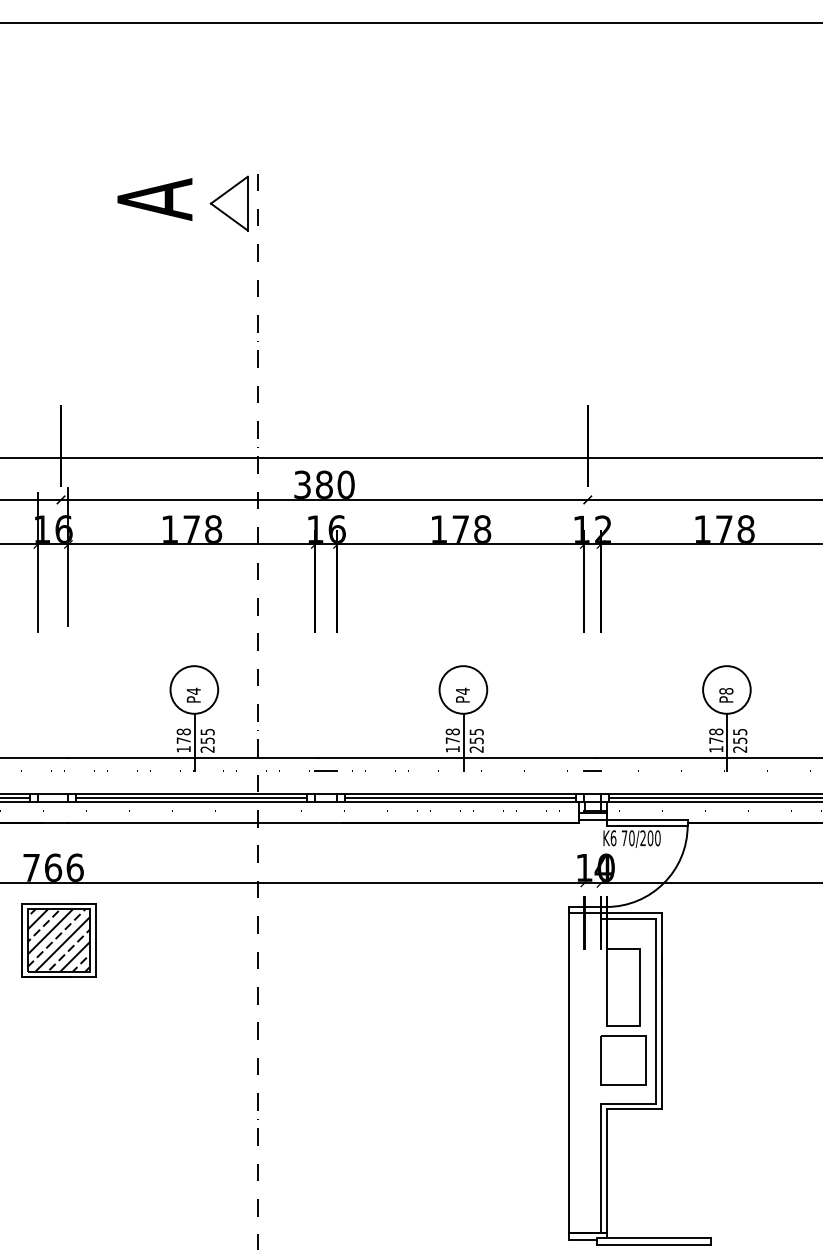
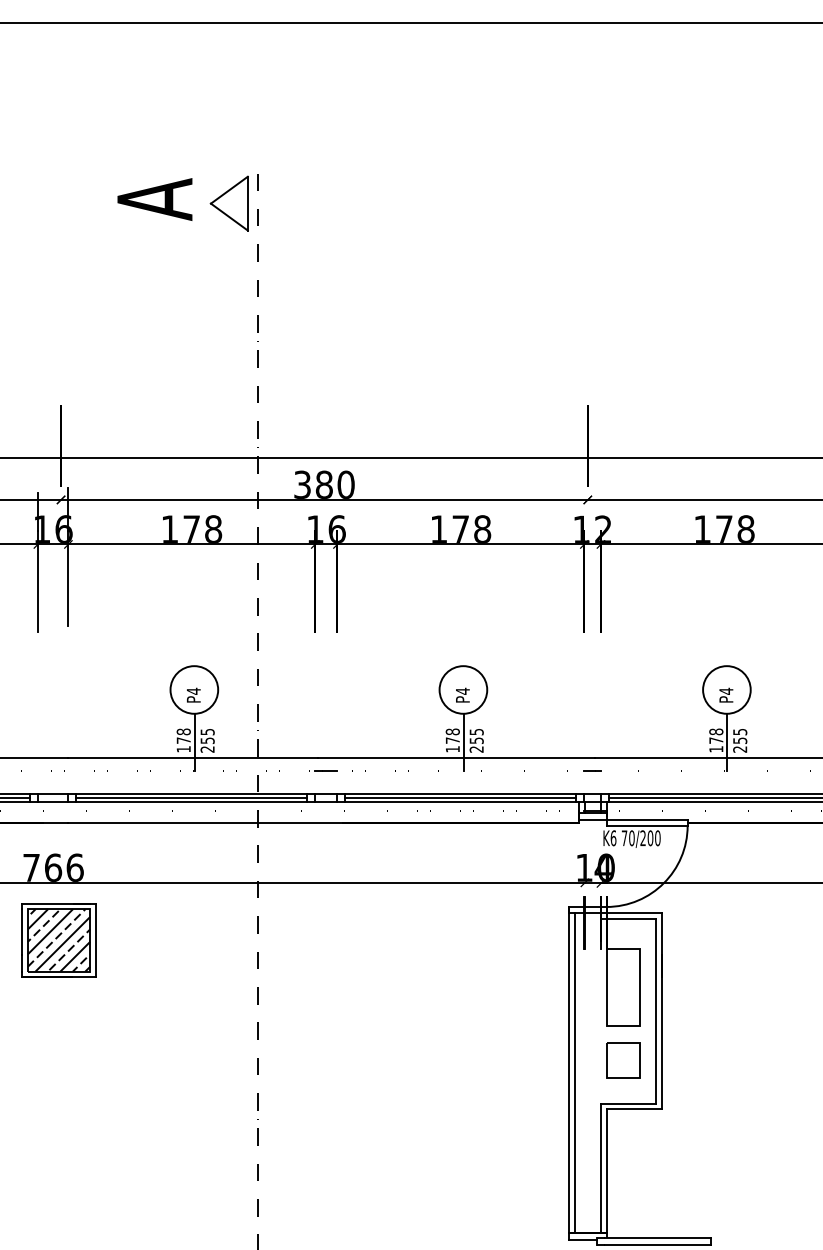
text at (726, 690): P8 -> P4
part at (623, 1060) size: 47x51 px -> 35x37 px
line at (574, 1073): none -> present
